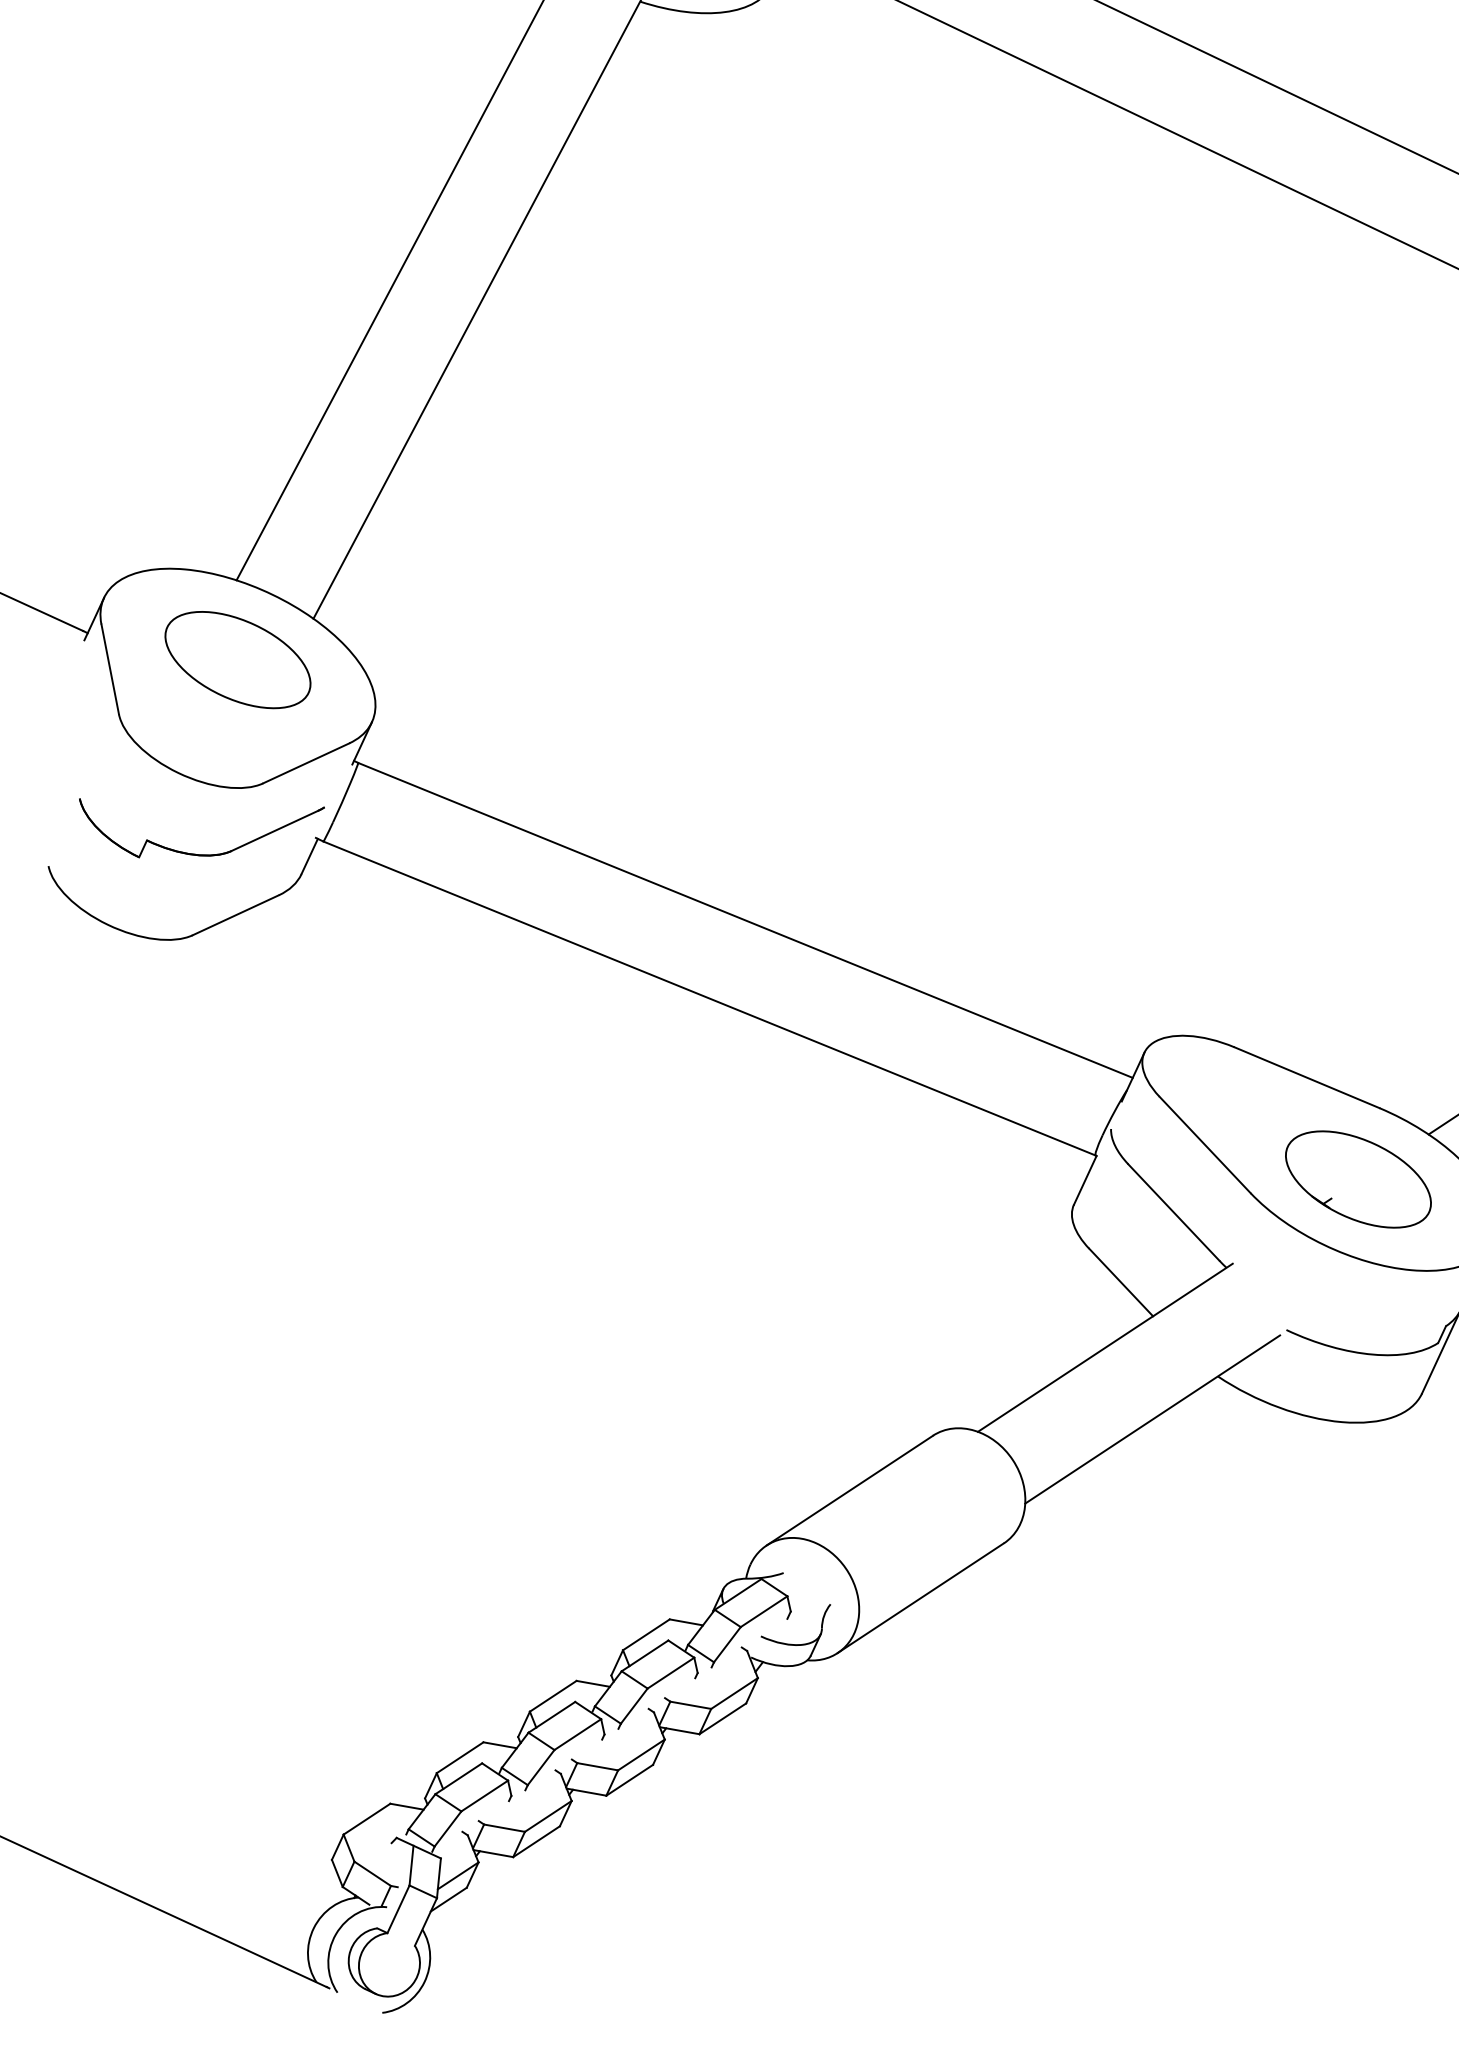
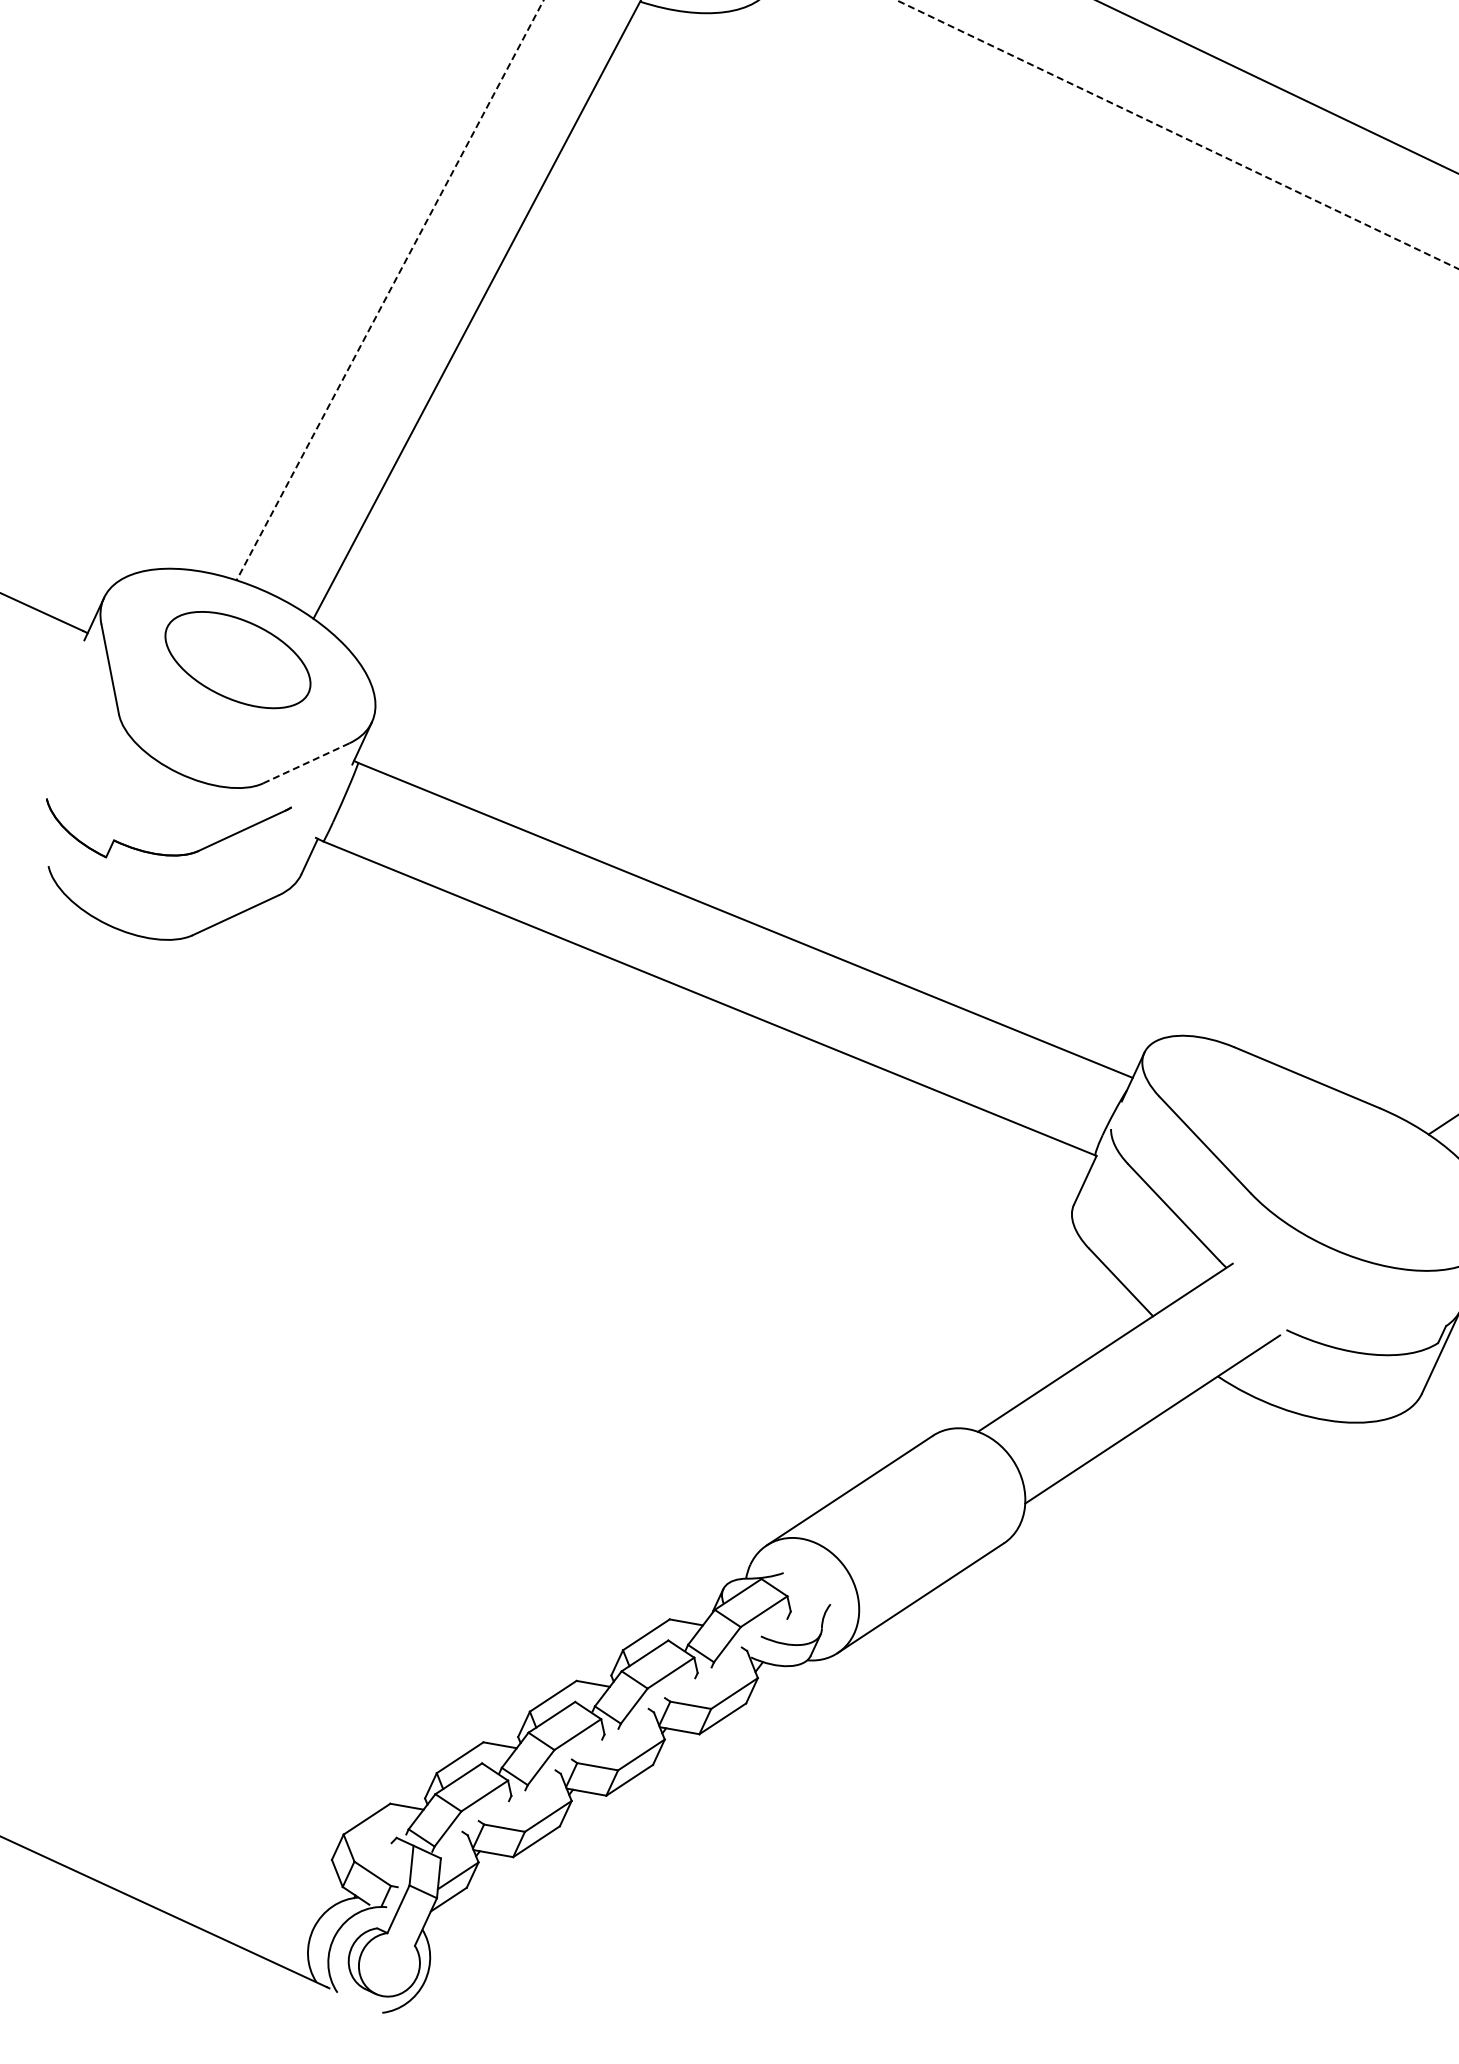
line at (1177, 134): solid -> dashed
line at (390, 290): solid -> dashed
line at (305, 763): solid -> dashed
part at (195, 853) position: (195, 853) -> (162, 853)
part at (1358, 1179): present -> none
